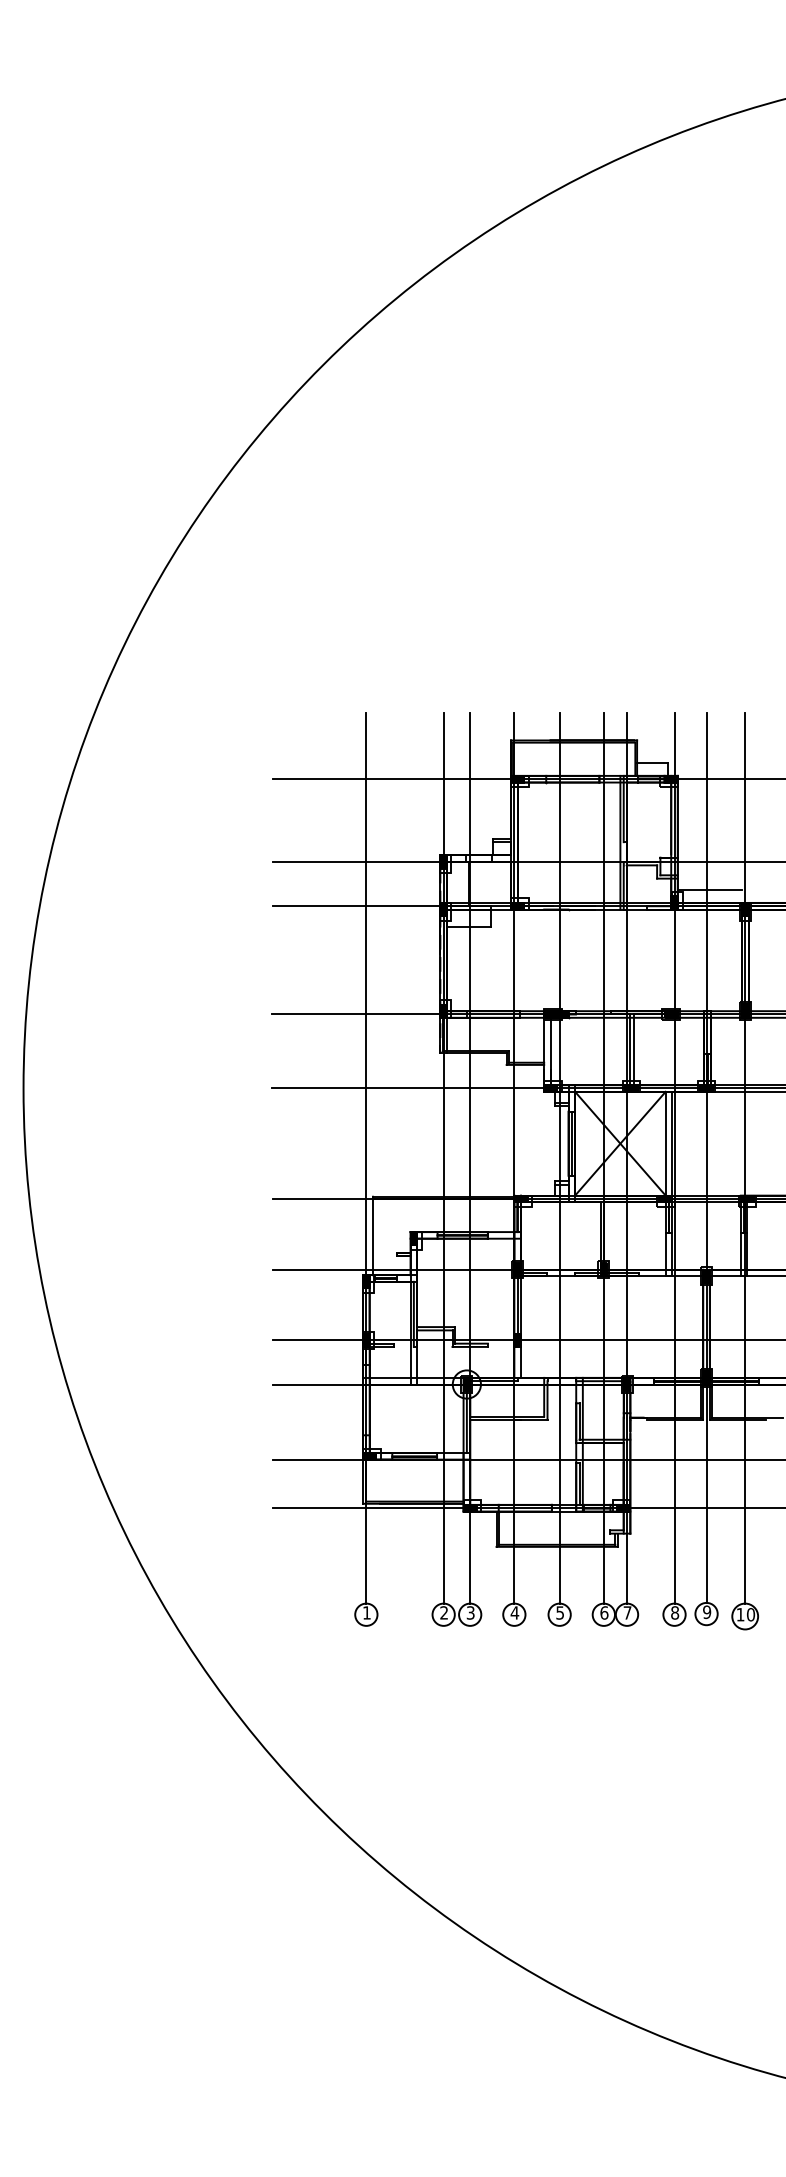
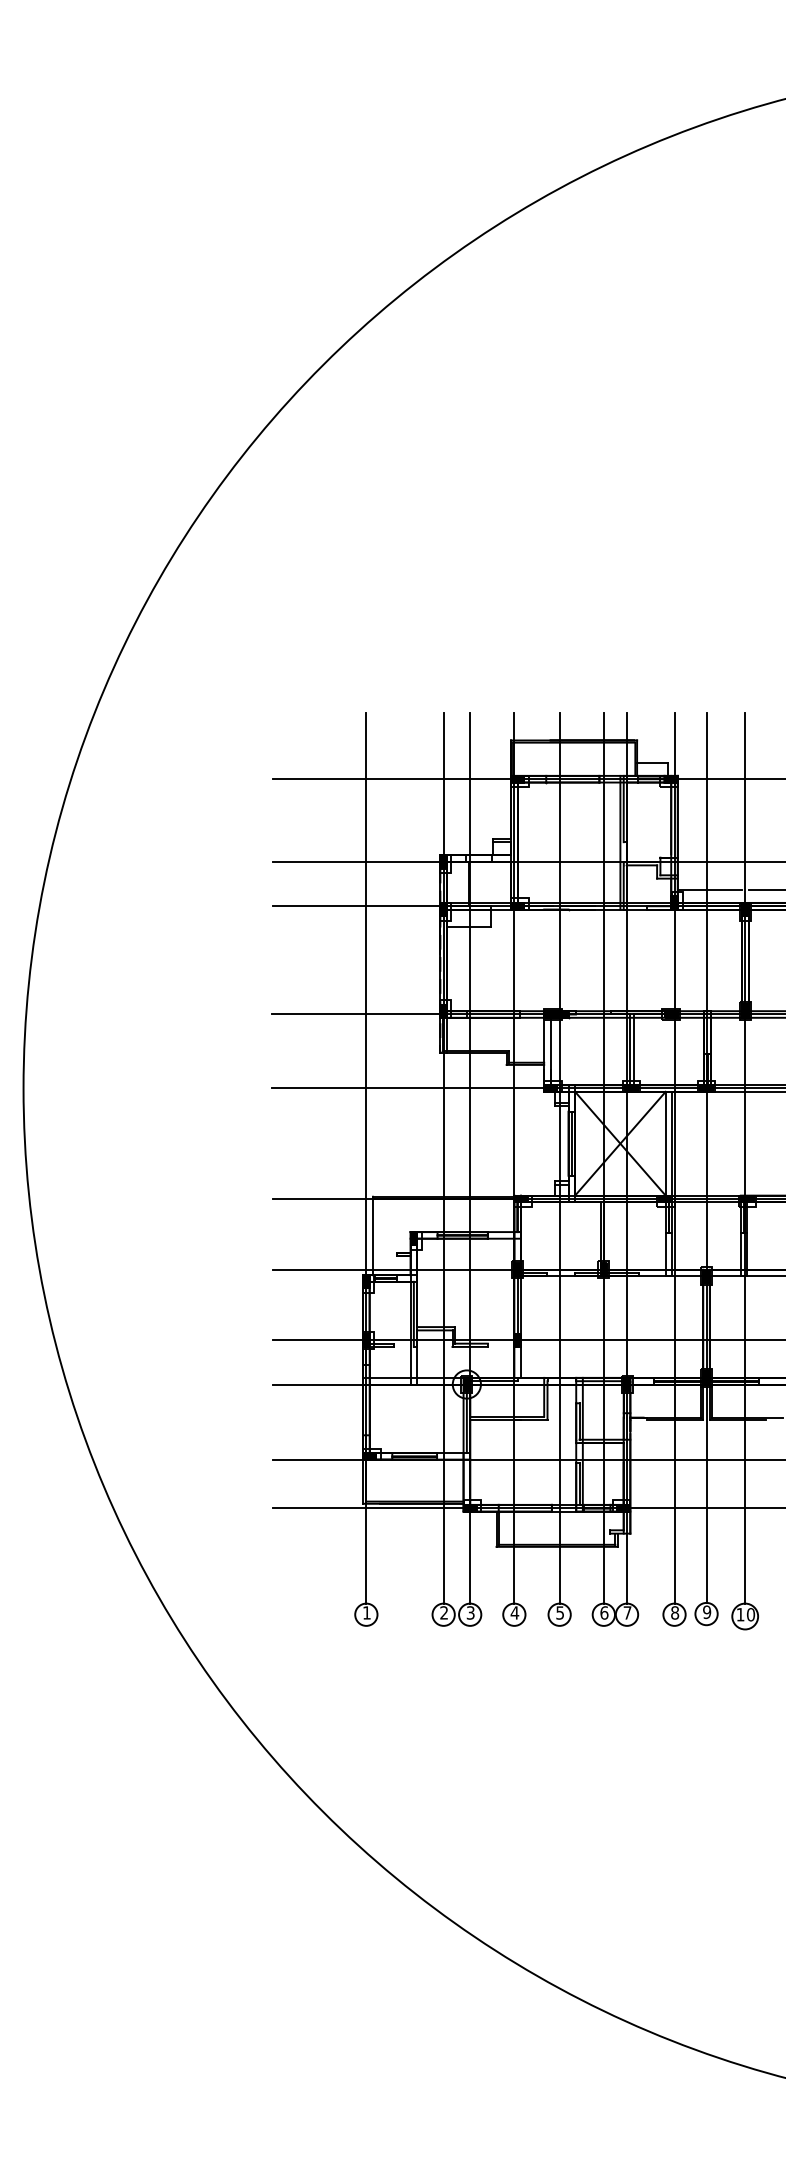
line at (765, 889): none -> present
